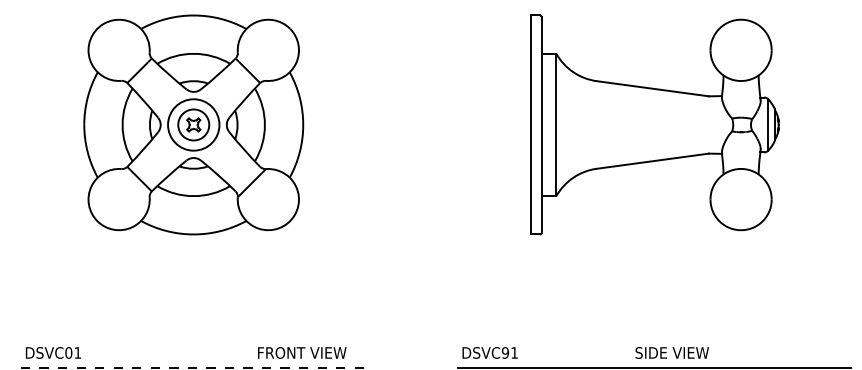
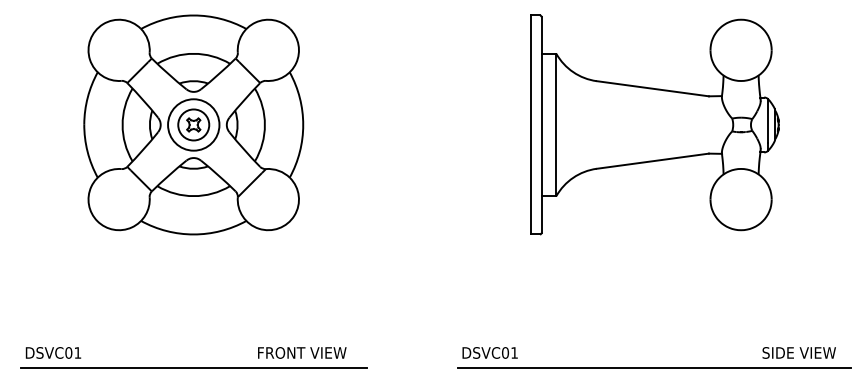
text at (504, 352): DSVC91 -> DSVC01
text at (671, 352) position: (671, 352) -> (798, 352)
line at (193, 367): dashed -> solid
